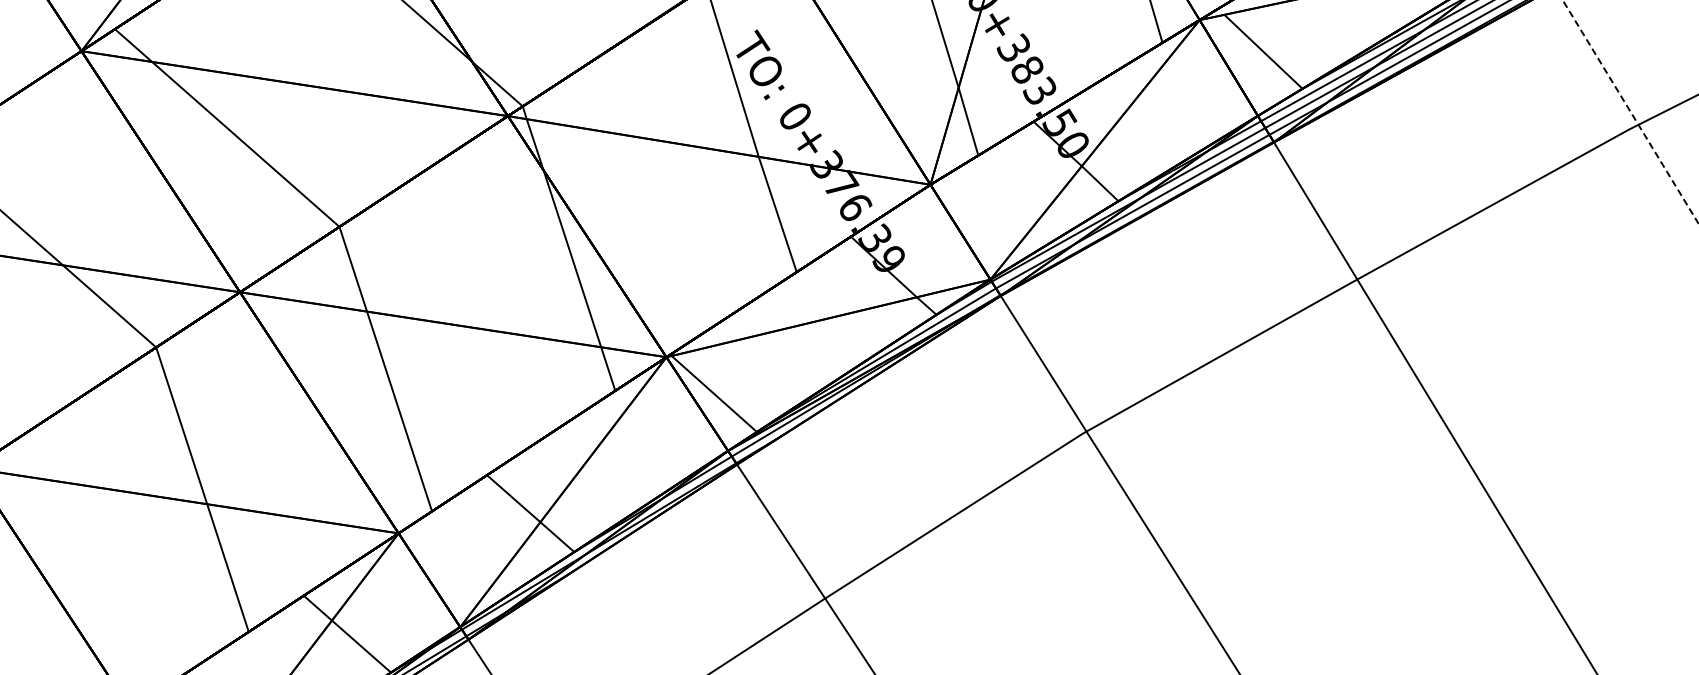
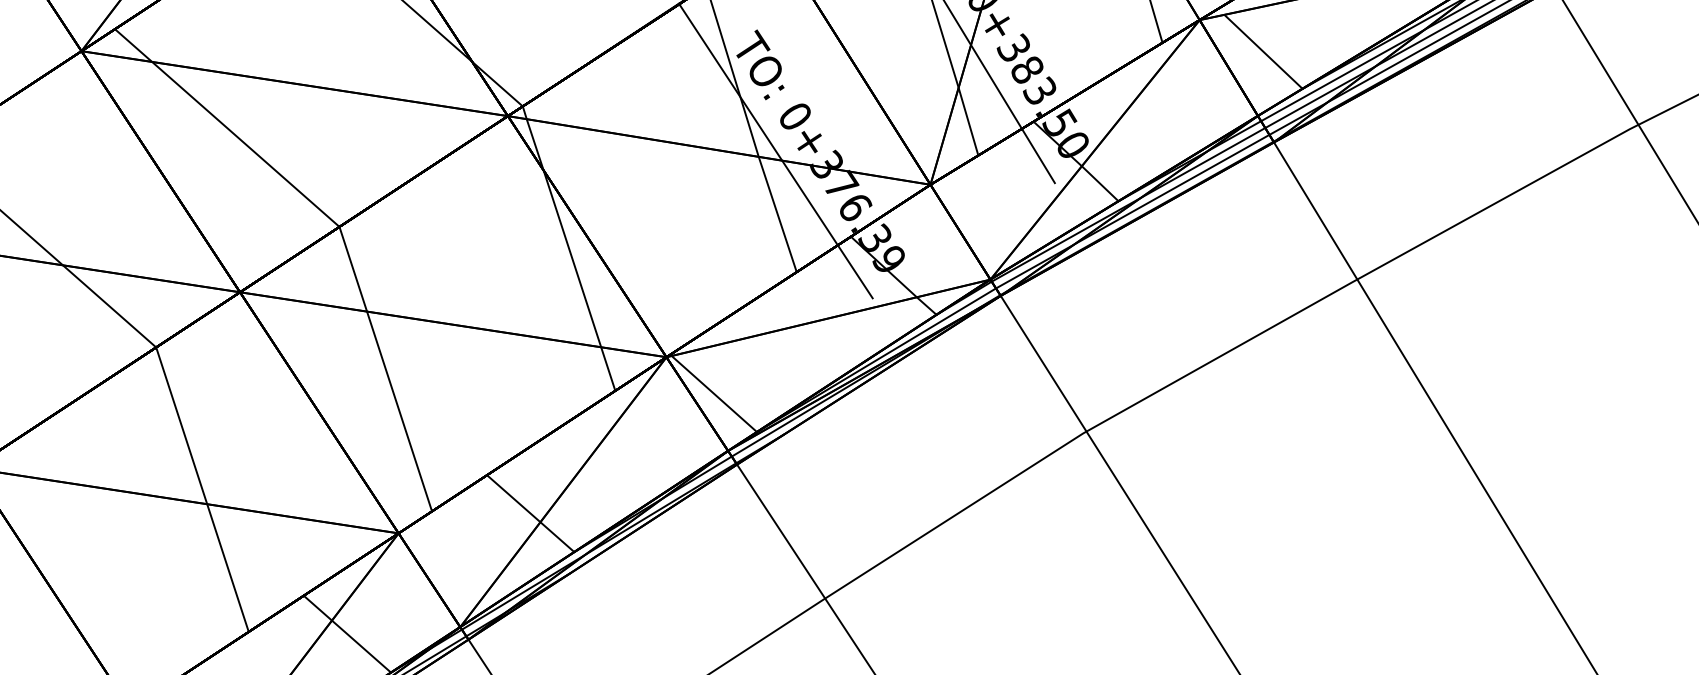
line at (999, 92): none -> present
line at (1630, 112): dashed -> solid
line at (775, 150): none -> present
